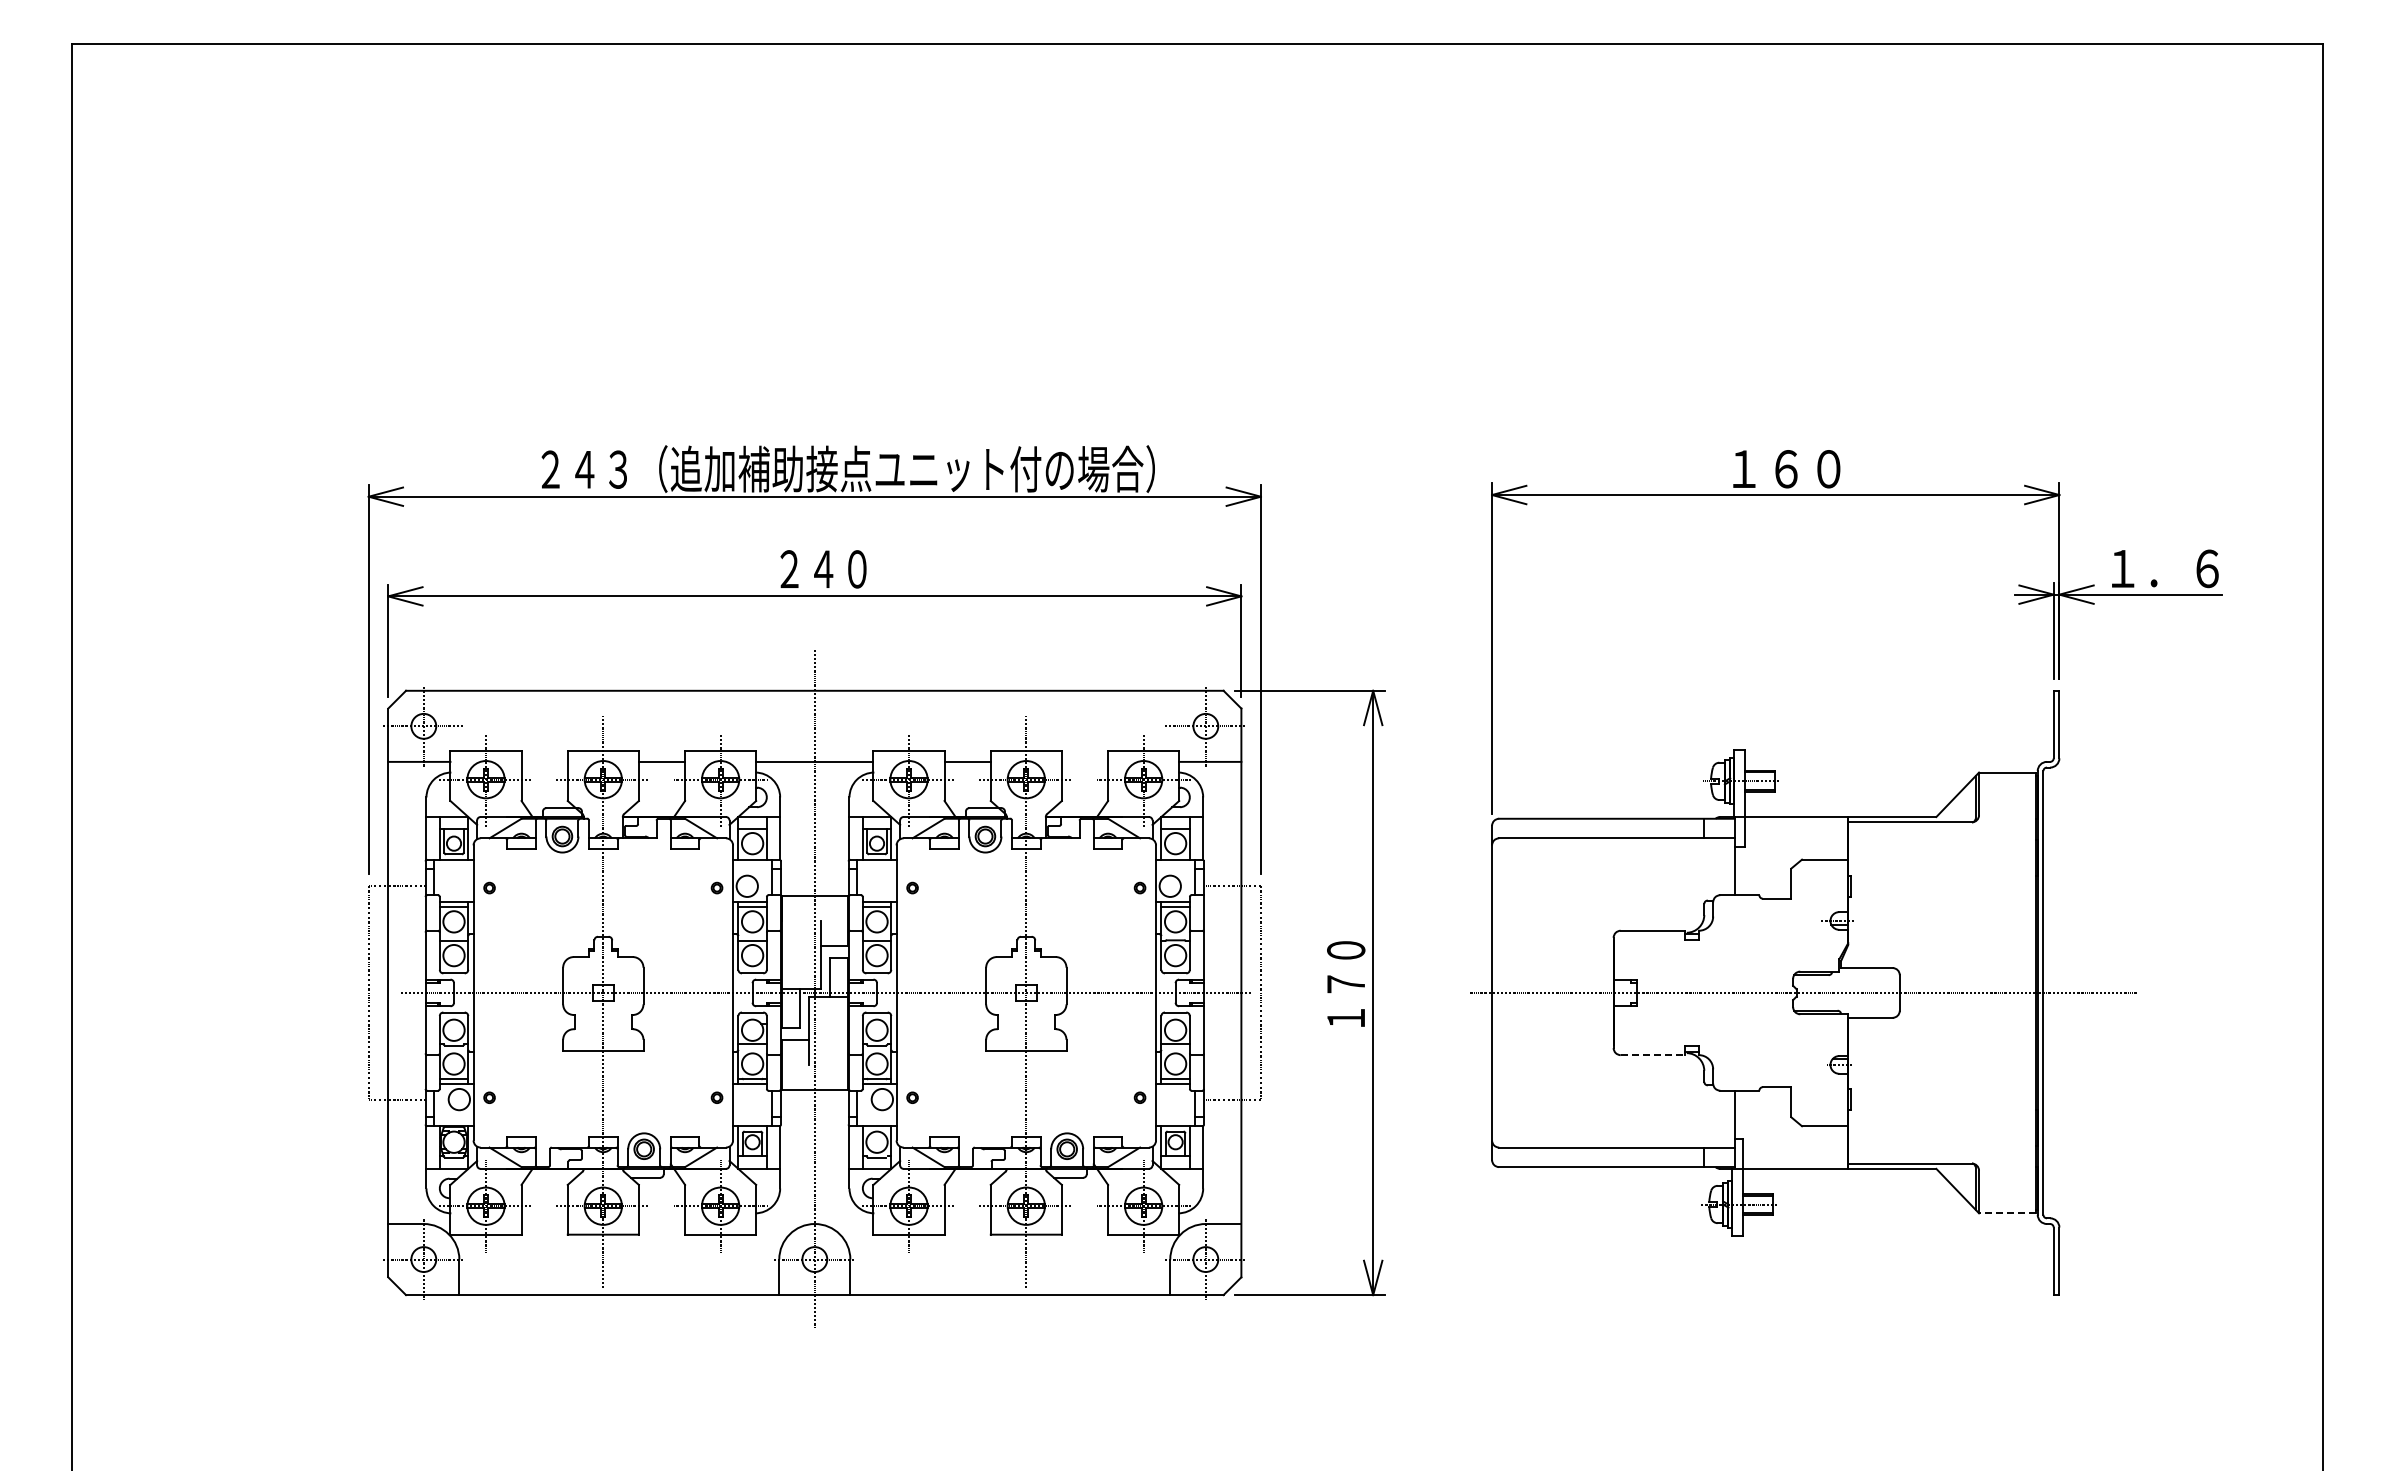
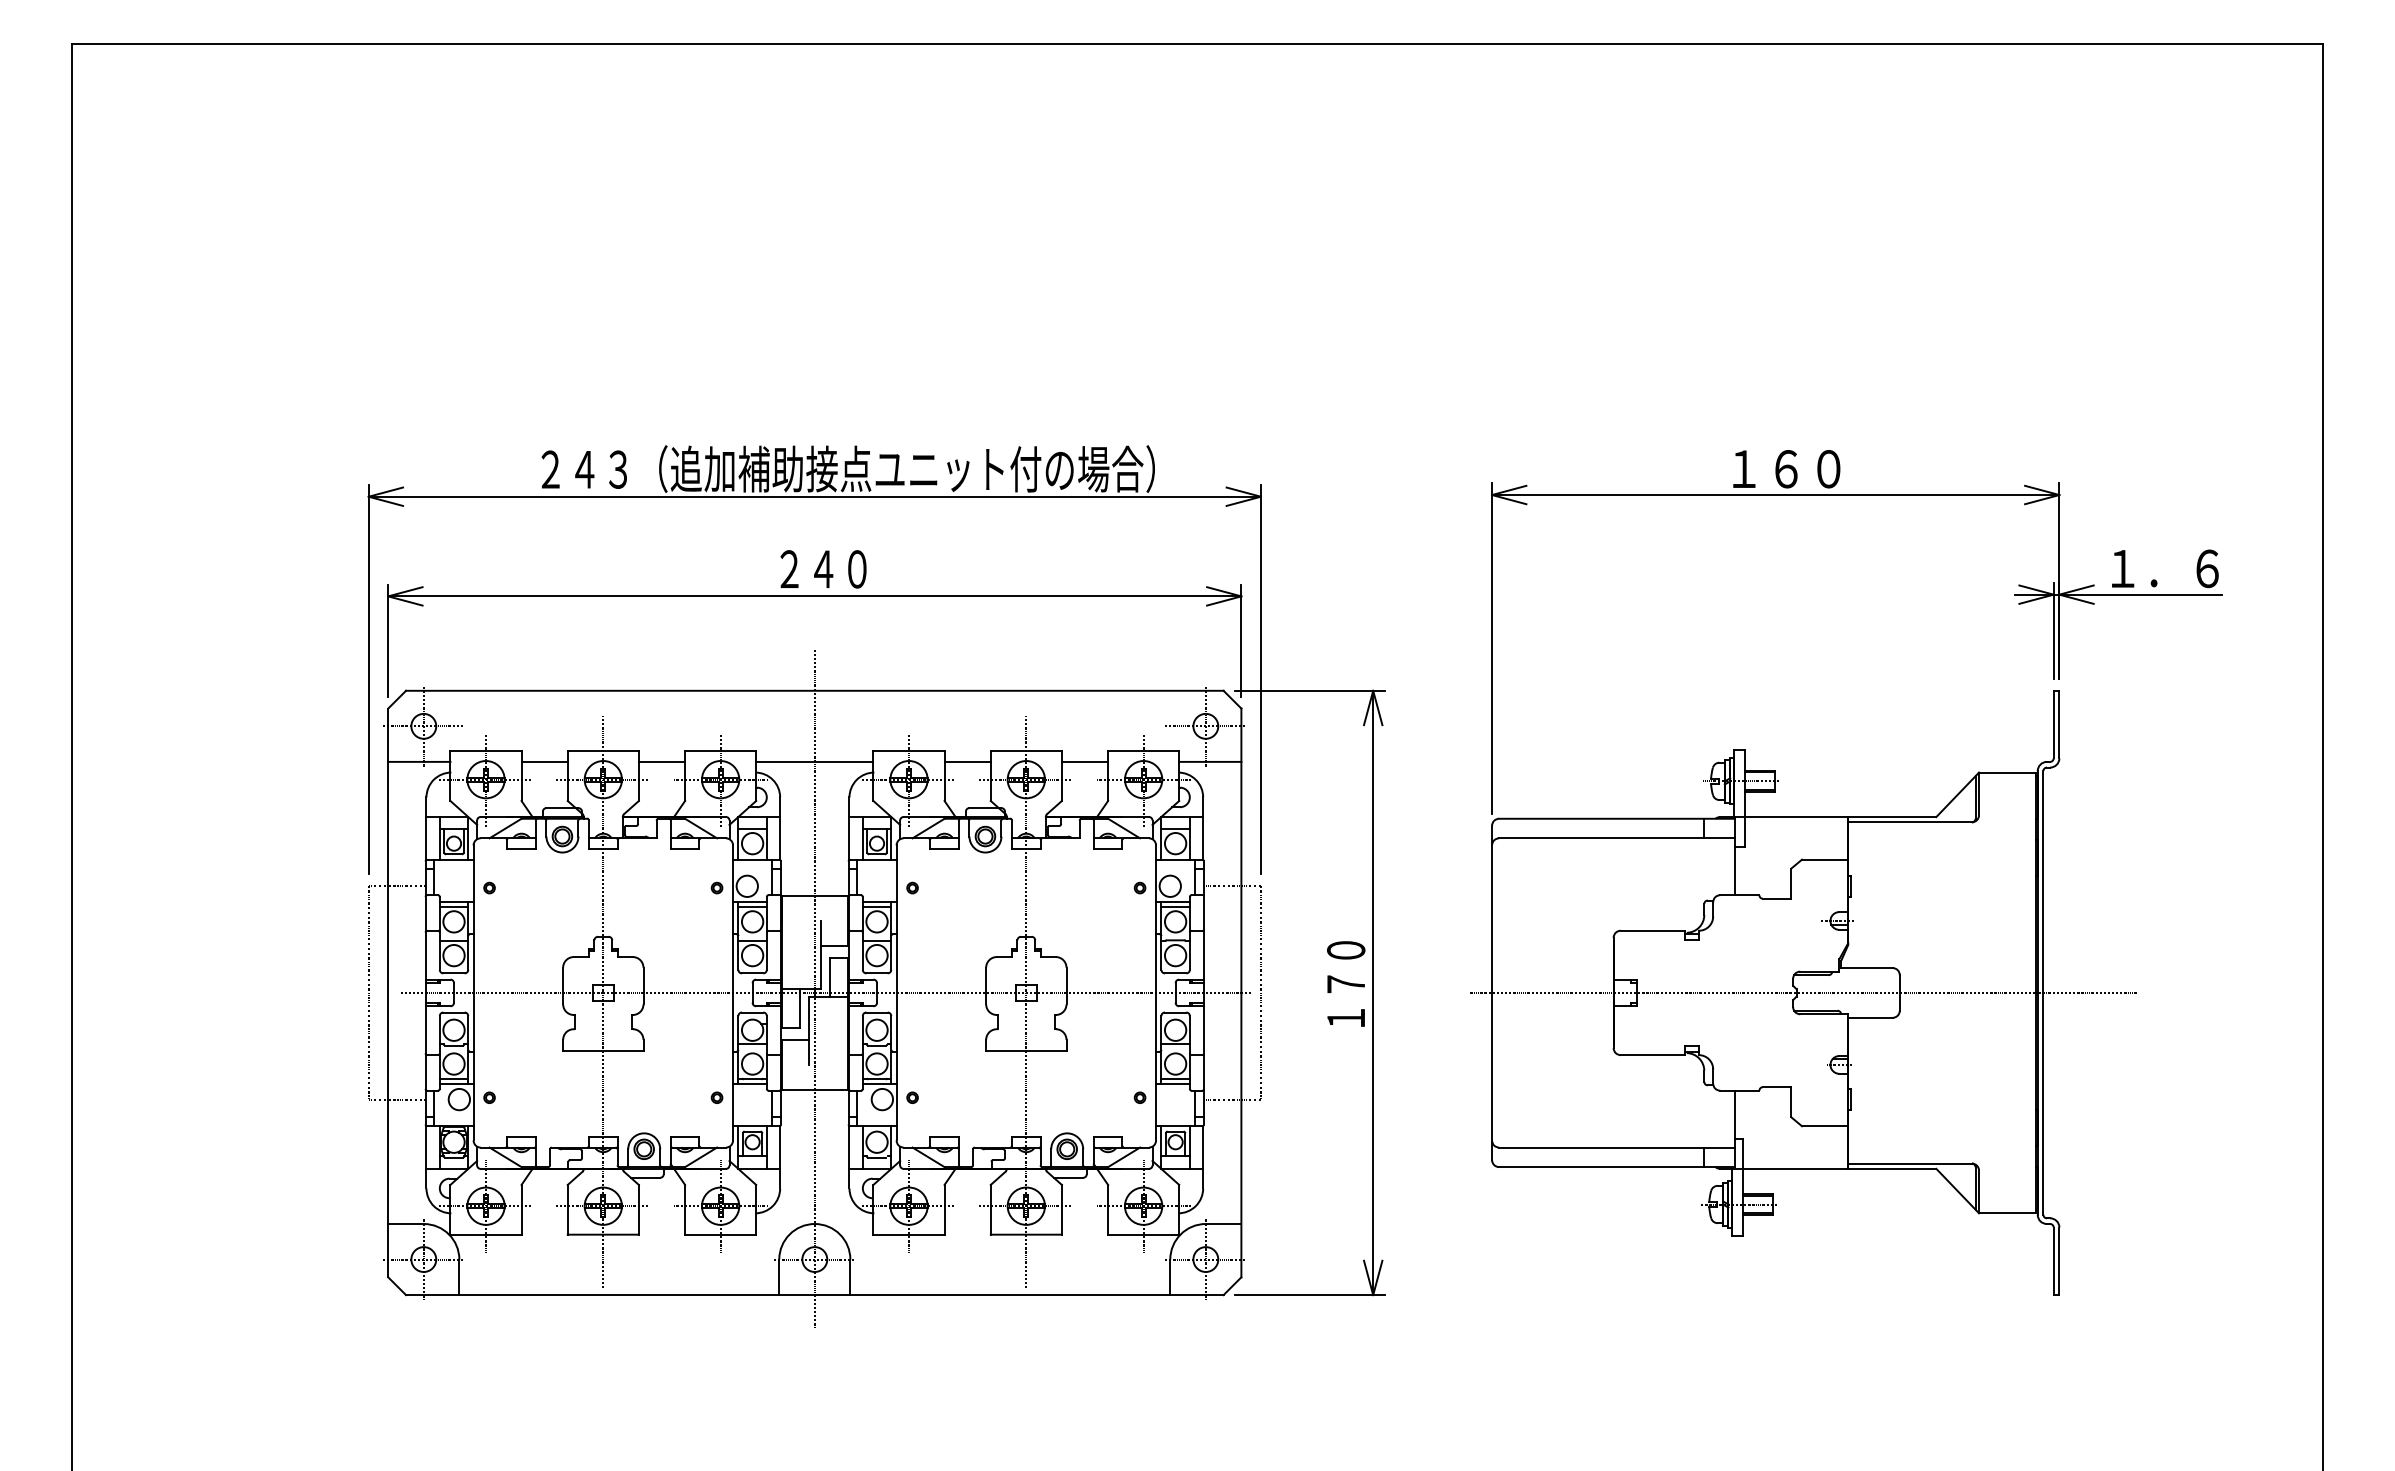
line at (544, 761): none -> present
line at (1084, 761): none -> present
line at (1652, 1055): dashed -> solid
line at (2007, 1213): dashed -> solid
